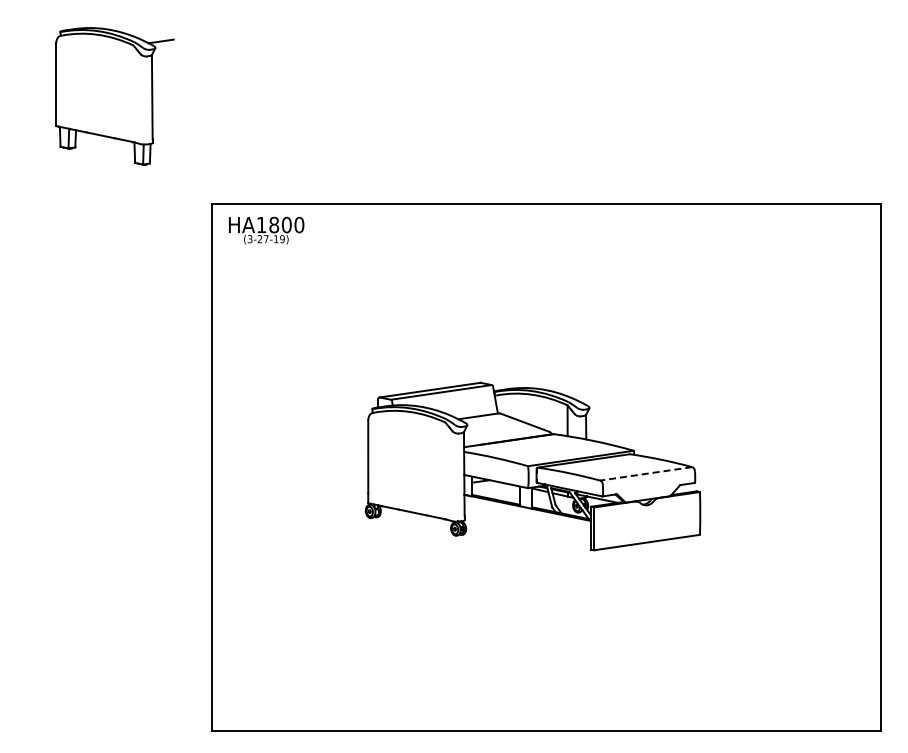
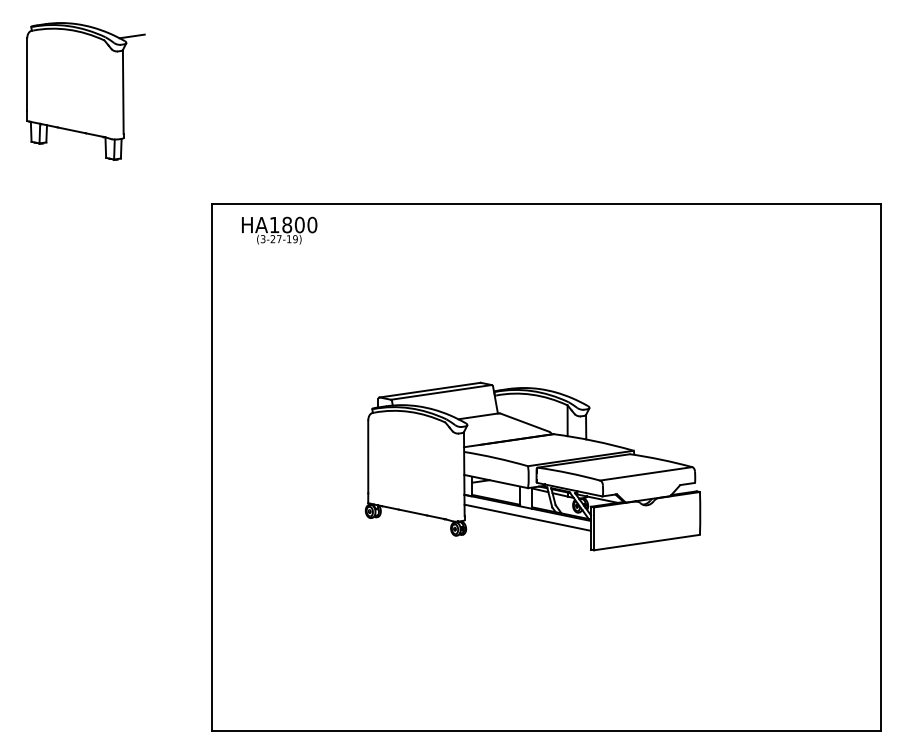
part at (114, 96) position: (114, 96) -> (85, 91)
text at (266, 230) position: (266, 230) -> (279, 230)
line at (646, 473): dashed -> solid
line at (527, 517): none -> present
